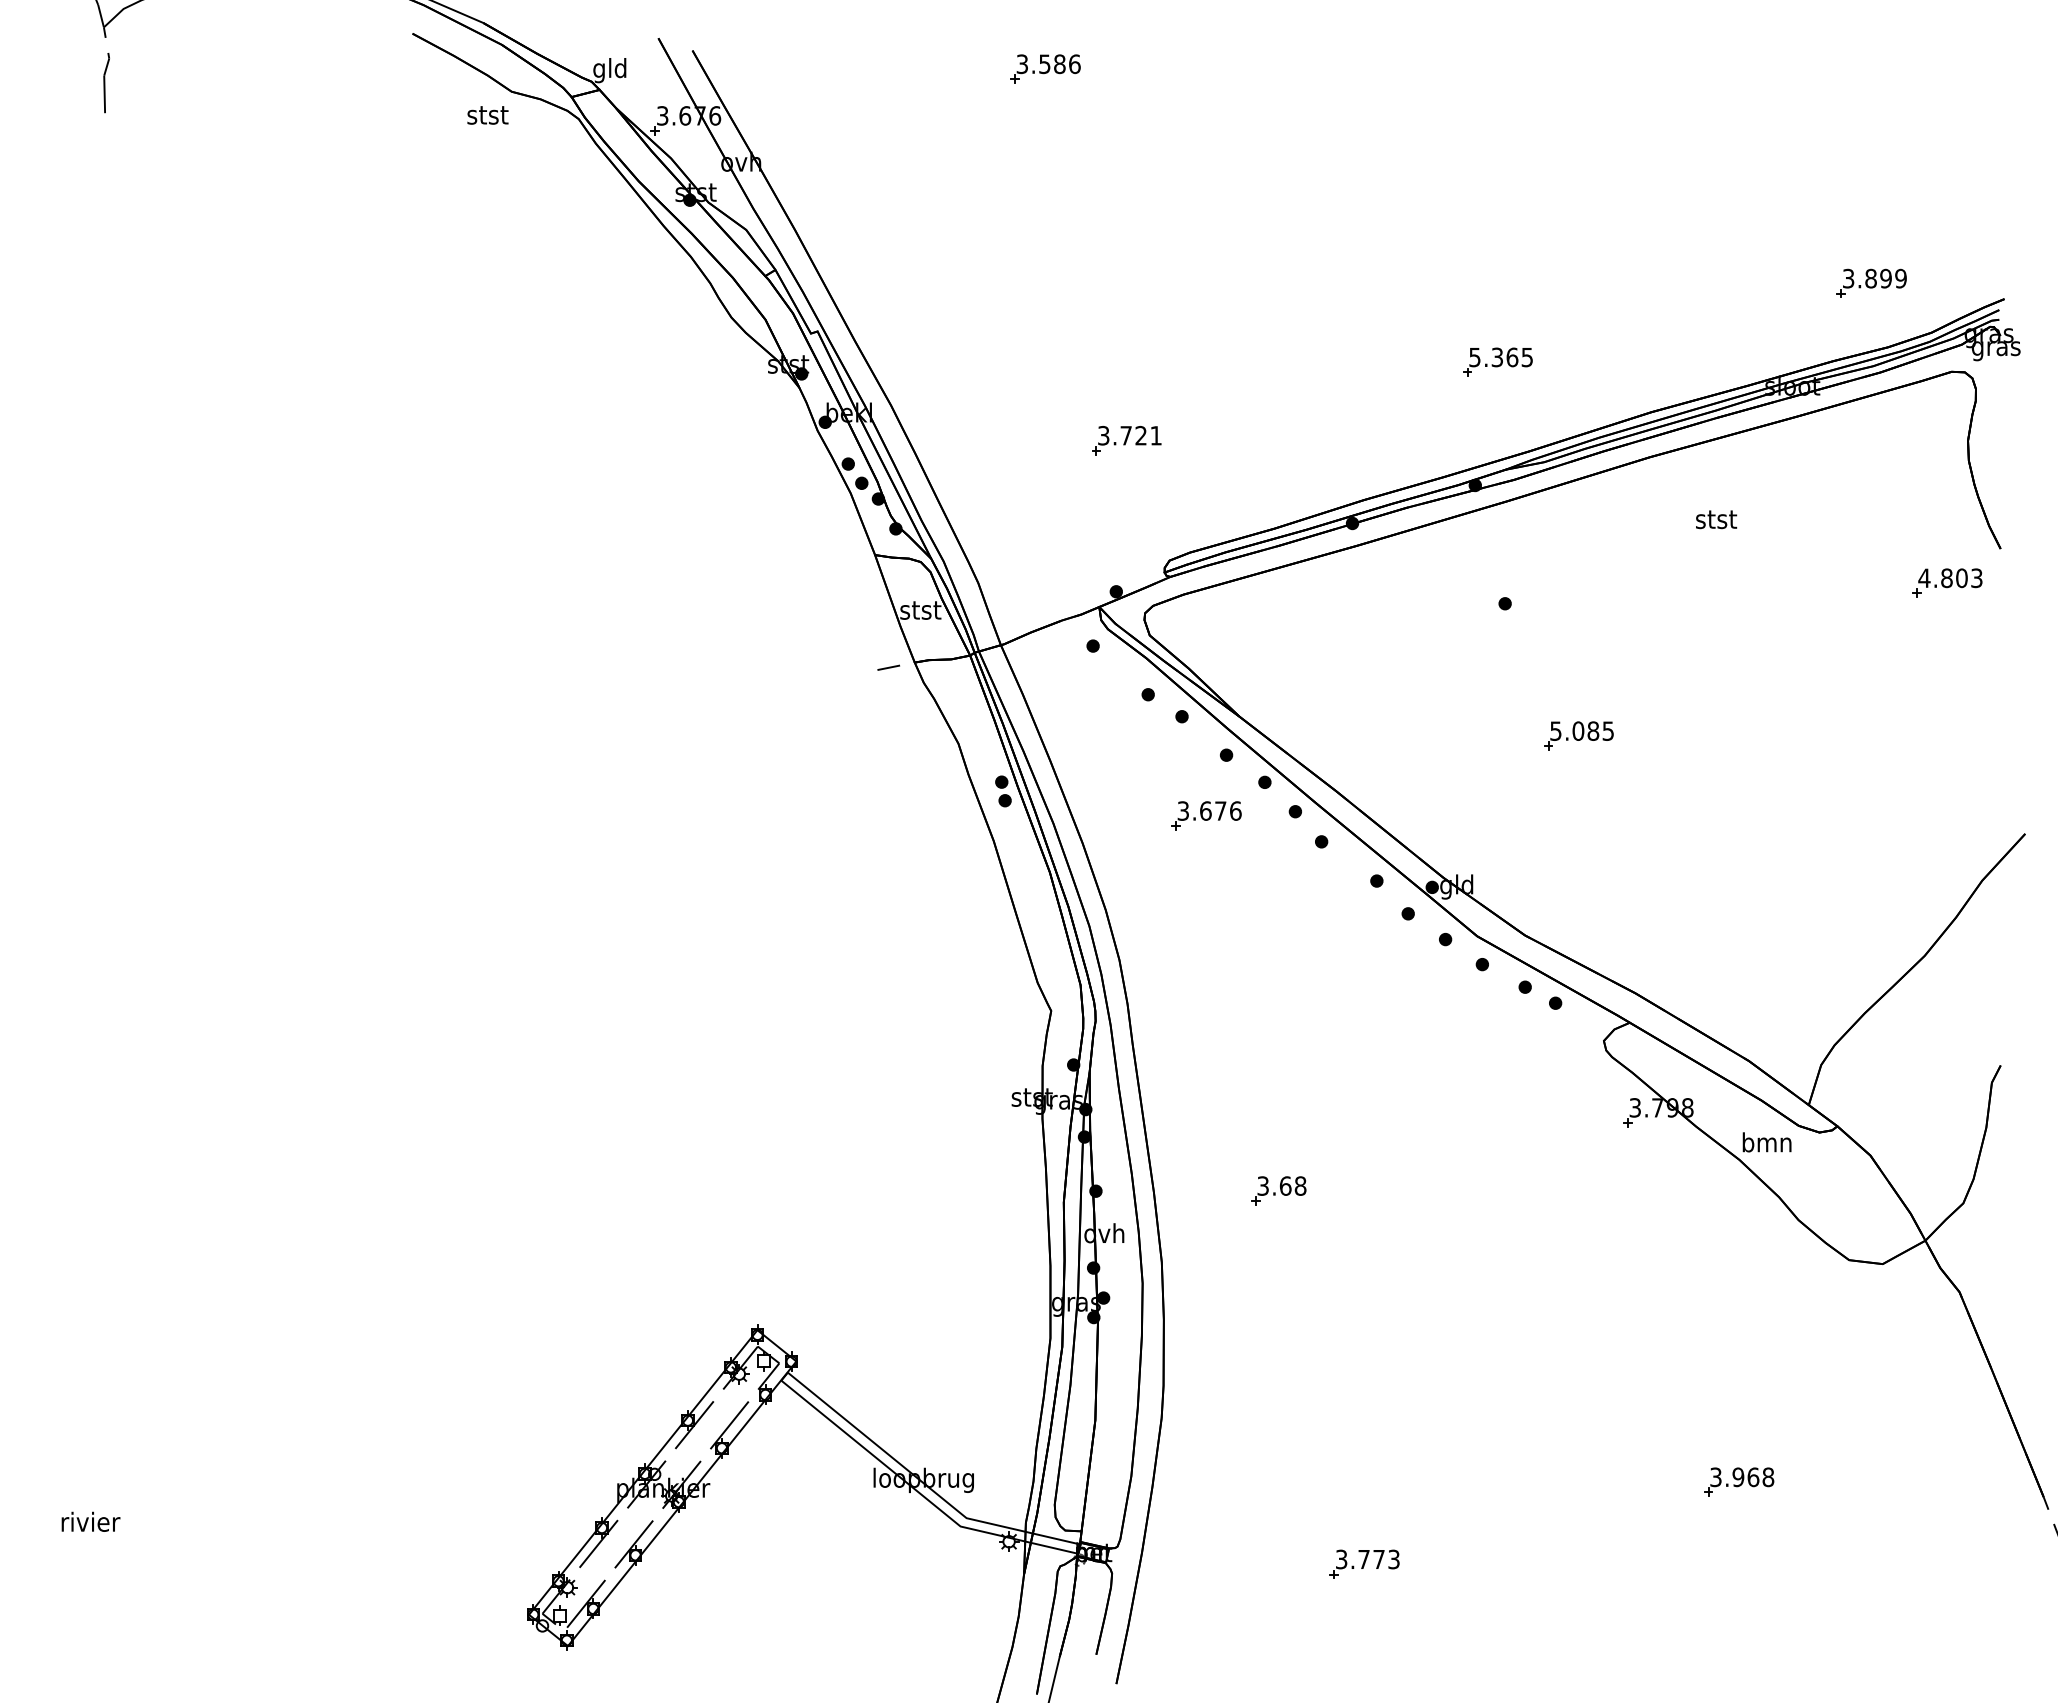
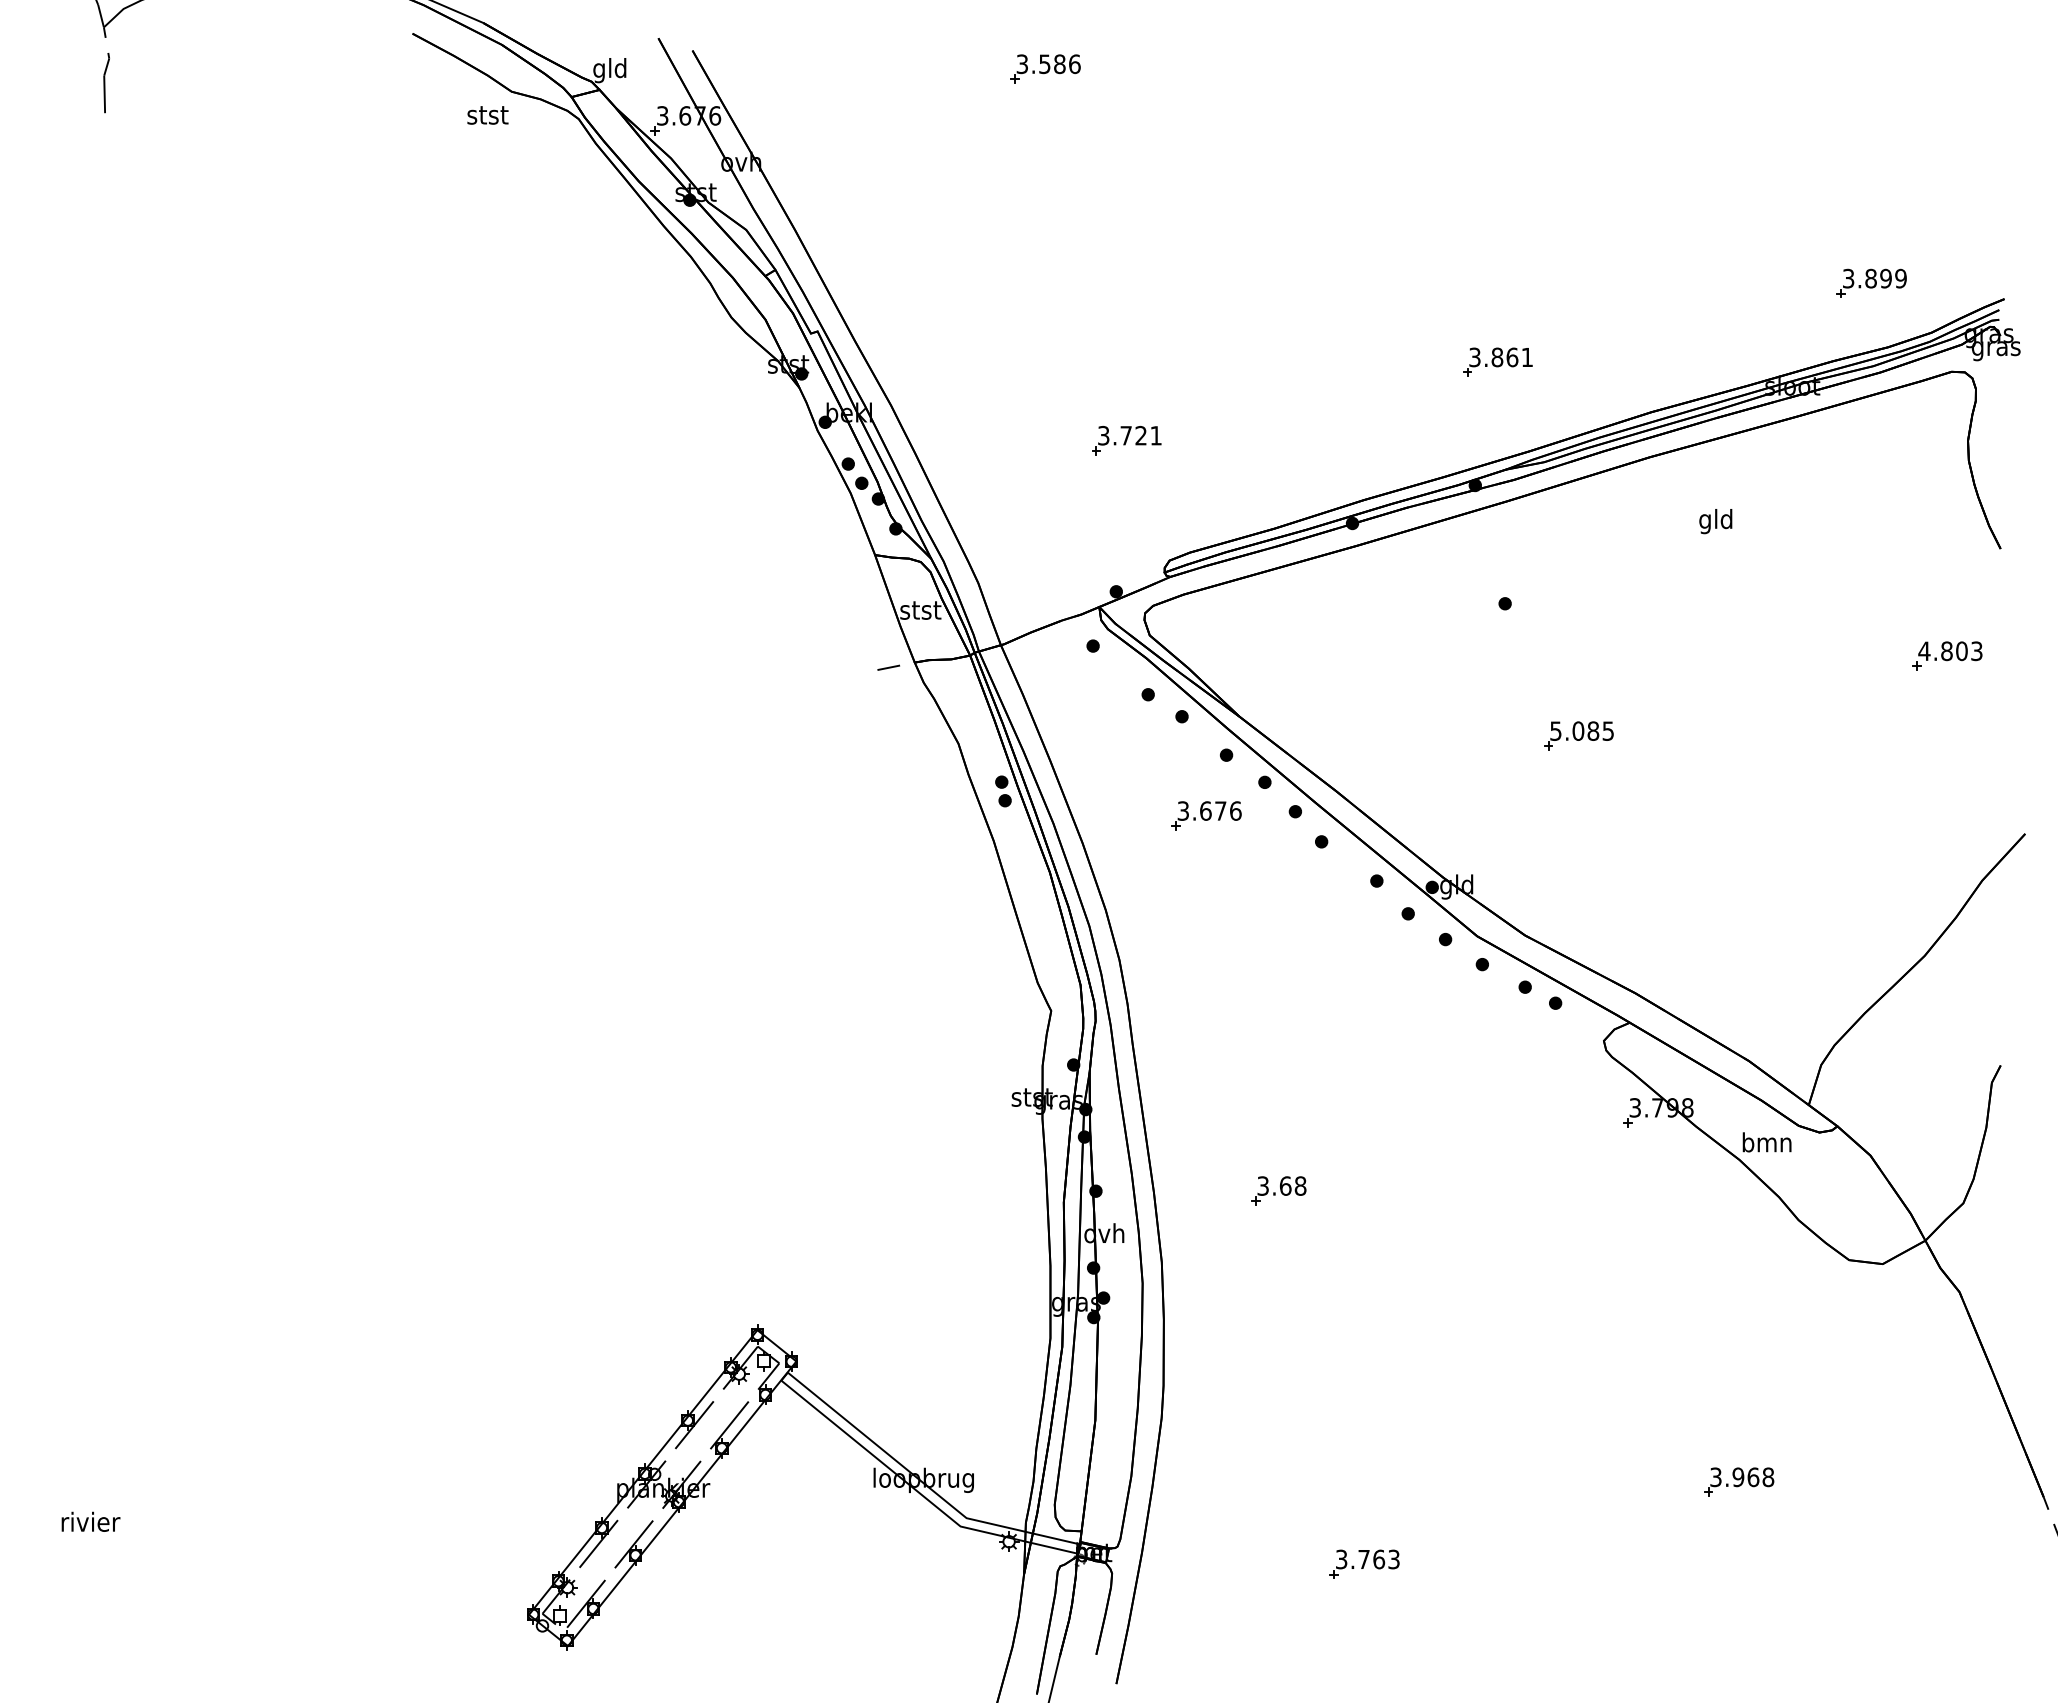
text at (1500, 357): 5.365 -> 3.861
text at (1716, 521): stst -> gld
part at (1947, 582) position: (1947, 582) -> (1947, 655)
text at (1379, 1559): 3.773 -> 3.763
